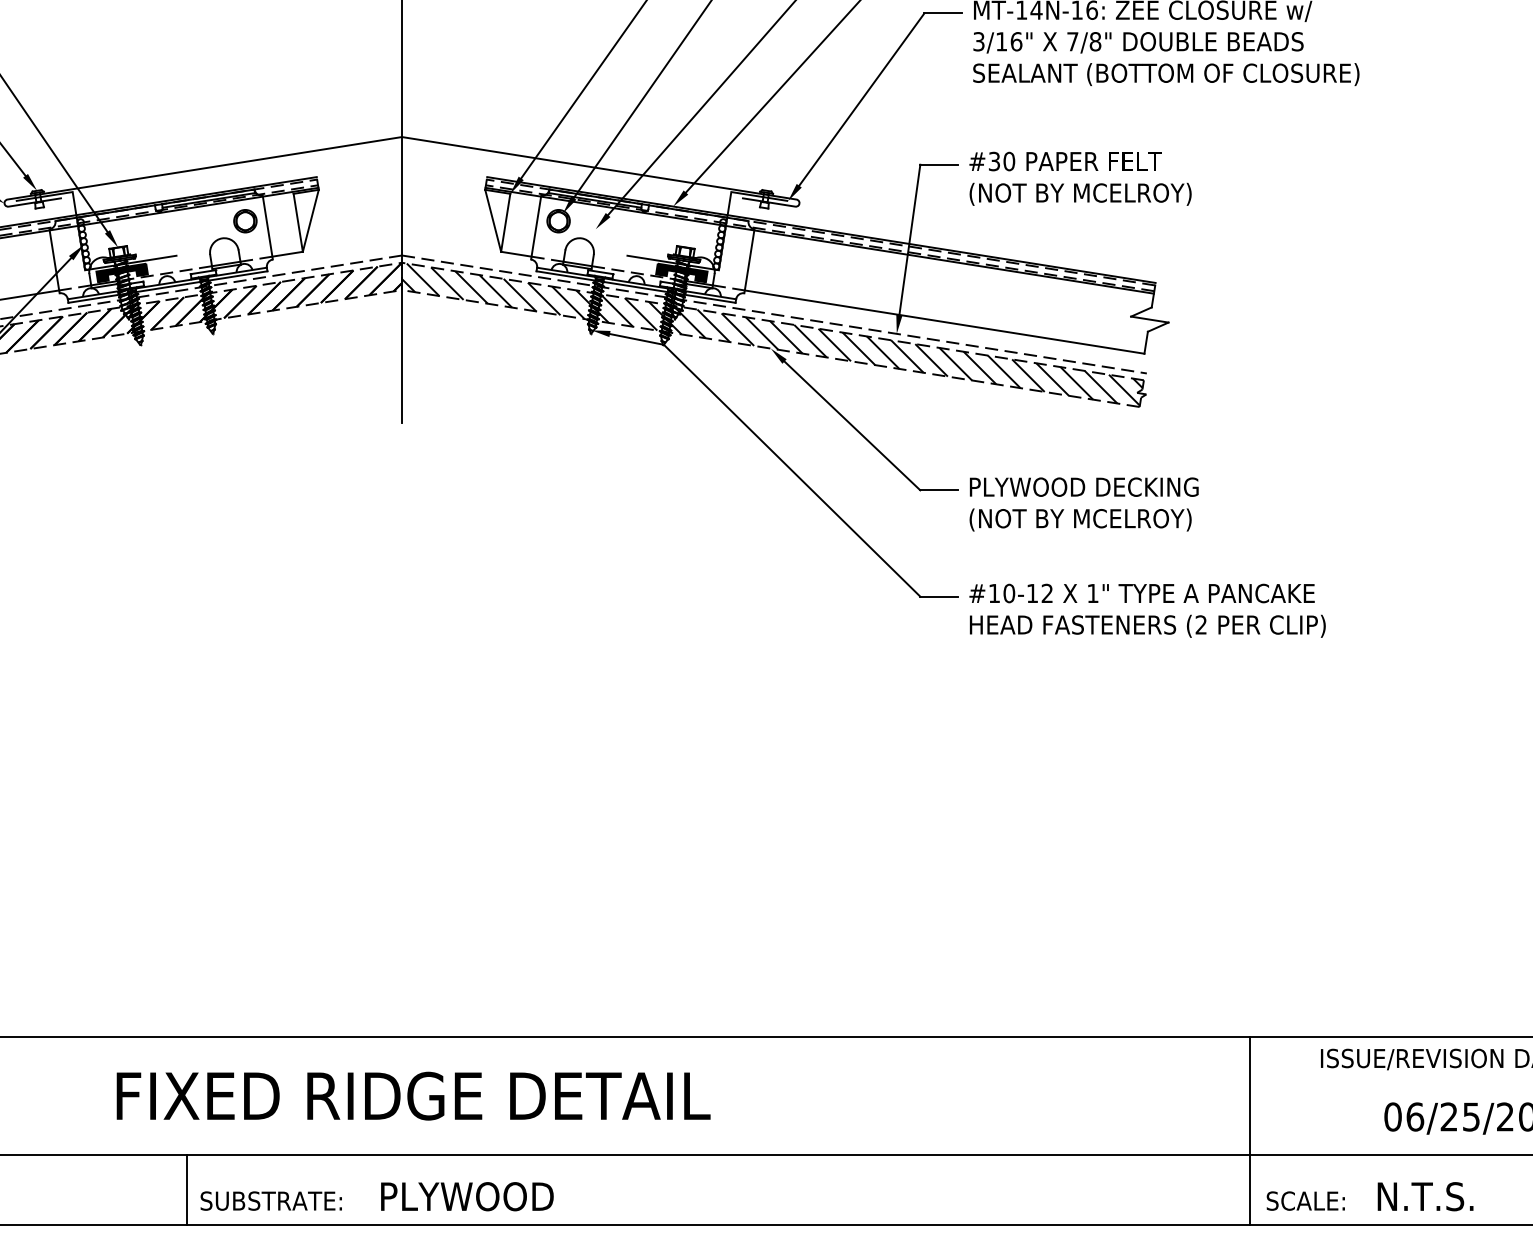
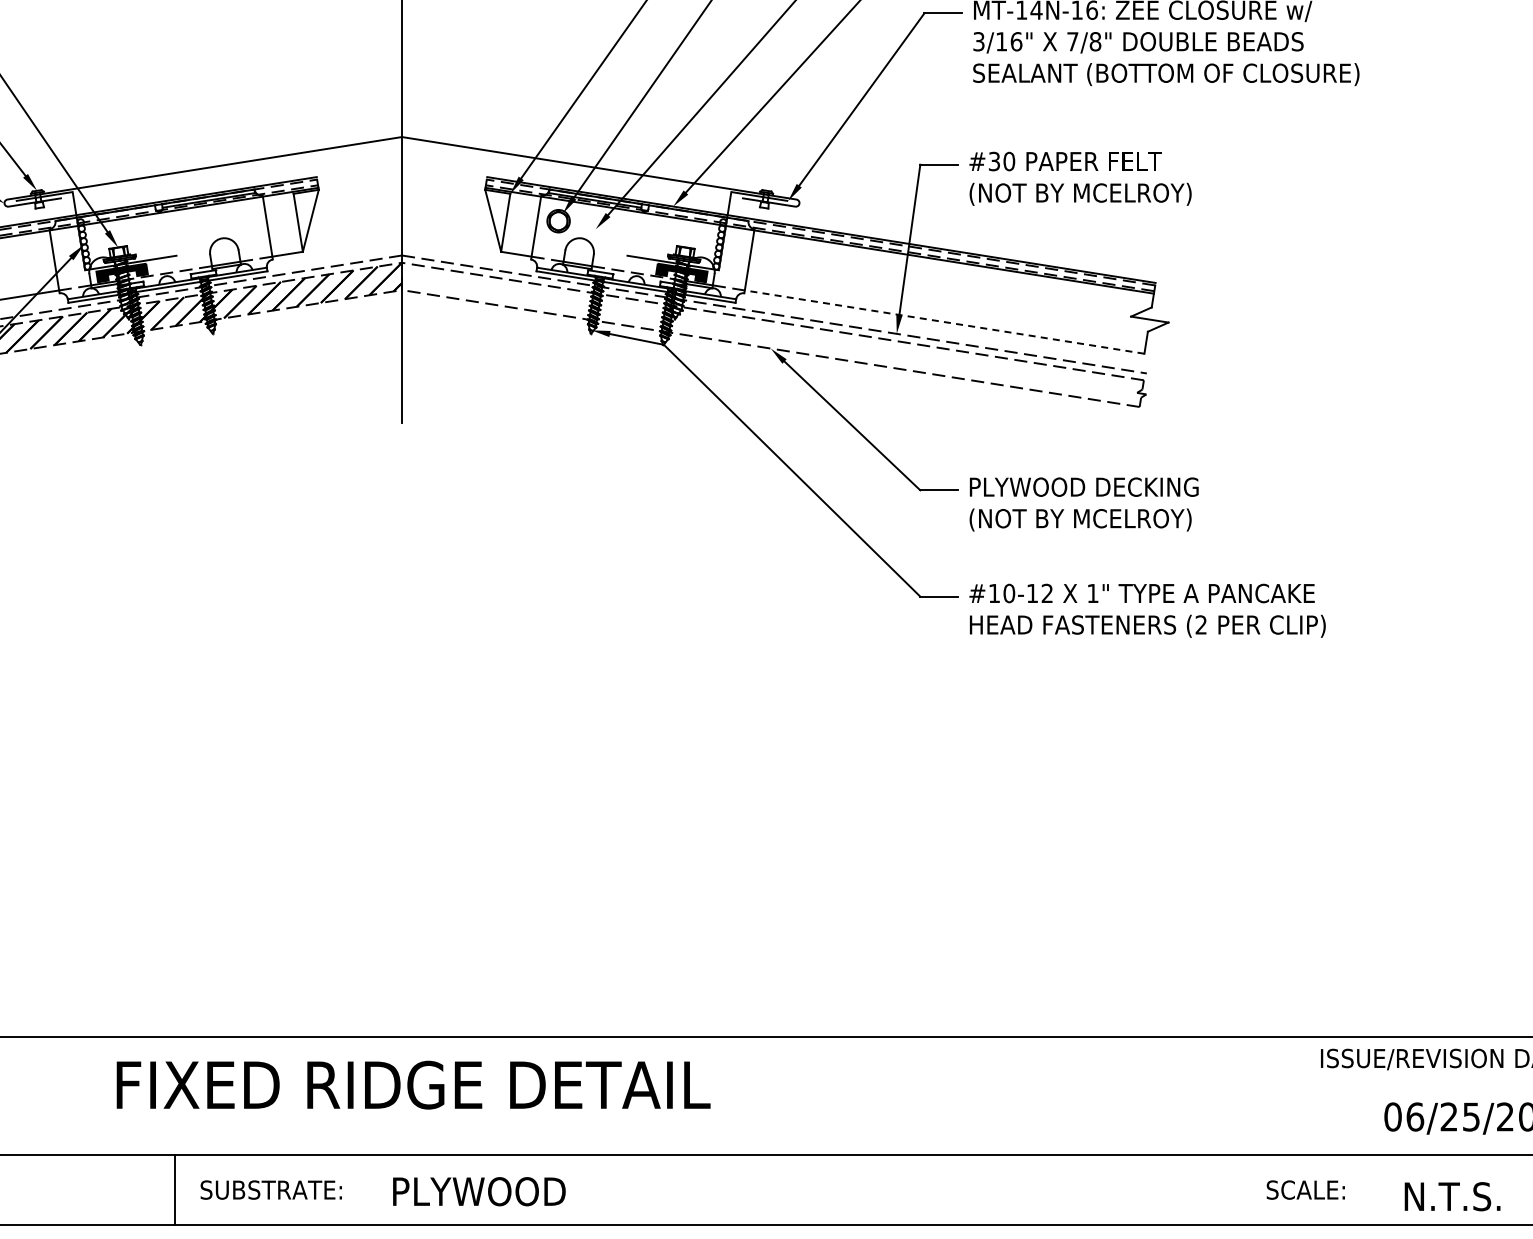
part at (245, 221): present -> none
line at (944, 322): solid -> dashed
hatch at (772, 334): present -> none
text at (413, 1095) position: (413, 1095) -> (413, 1084)
line at (1249, 1130): present -> none
line at (187, 1189) position: (187, 1189) -> (175, 1189)
text at (467, 1196) position: (467, 1196) -> (479, 1191)
text at (1425, 1196) position: (1425, 1196) -> (1452, 1196)
text at (270, 1200) position: (270, 1200) -> (270, 1189)
text at (1305, 1200) position: (1305, 1200) -> (1305, 1189)
